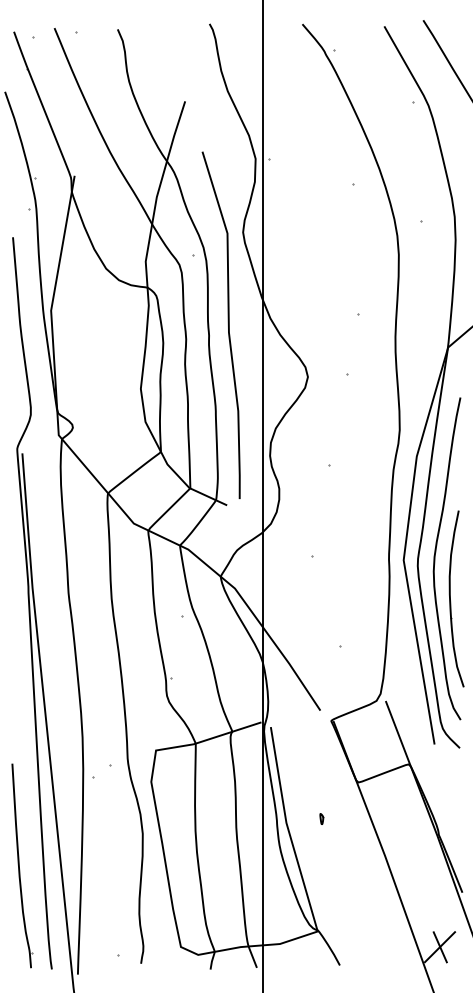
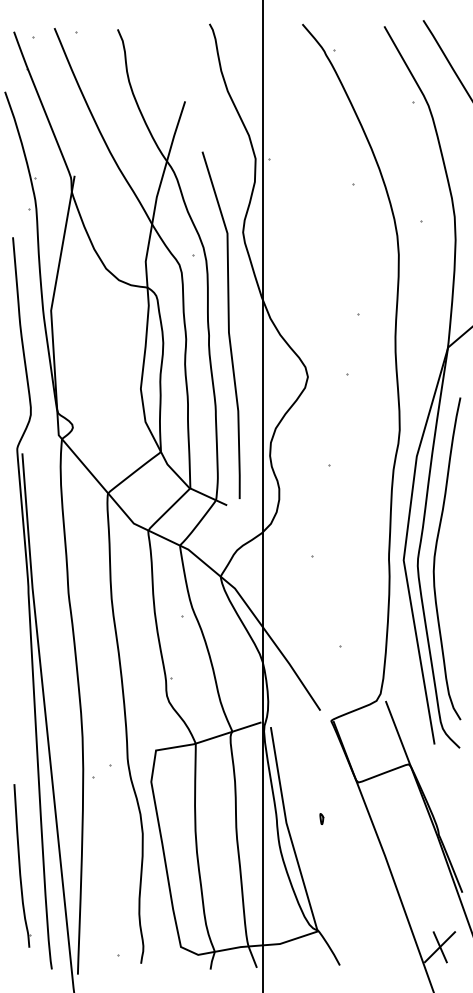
part at (456, 598): present -> none
part at (22, 865) size: 23x206 px -> 19x164 px
